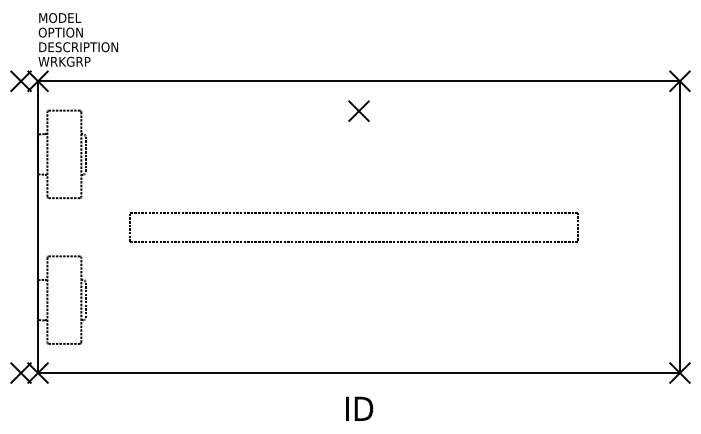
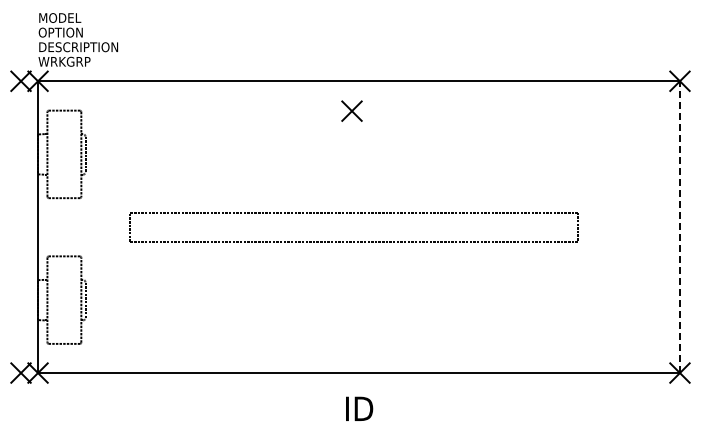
part at (358, 110) position: (358, 110) -> (351, 110)
line at (679, 227): solid -> dashed
